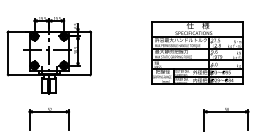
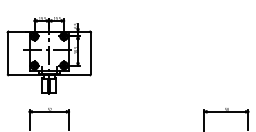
part at (197, 52): present -> none
